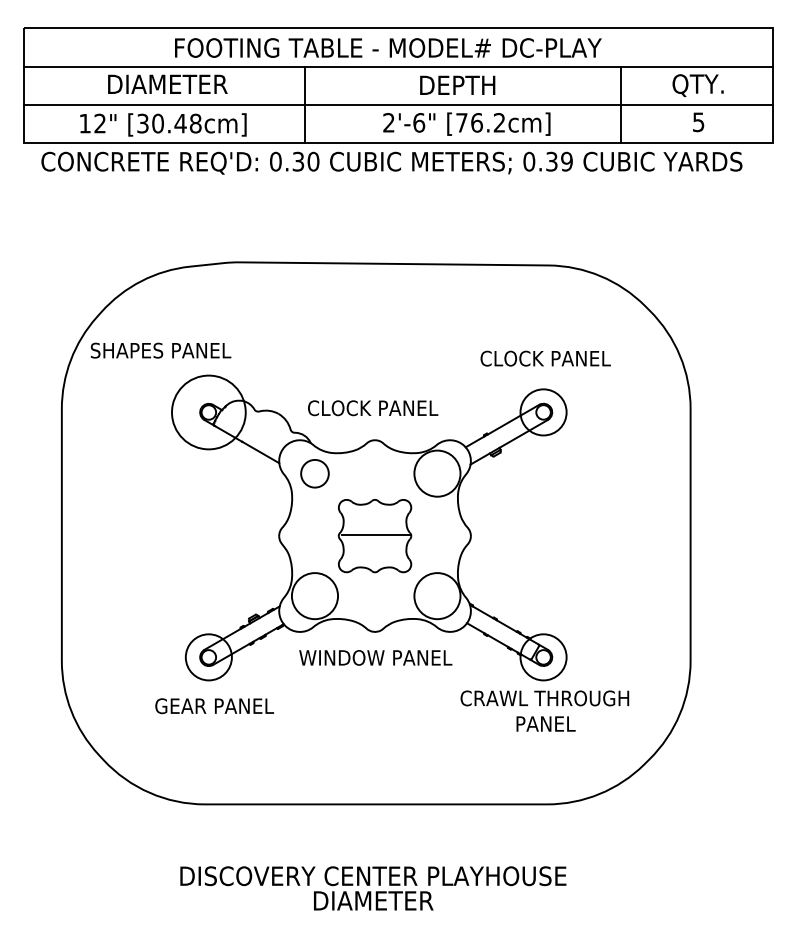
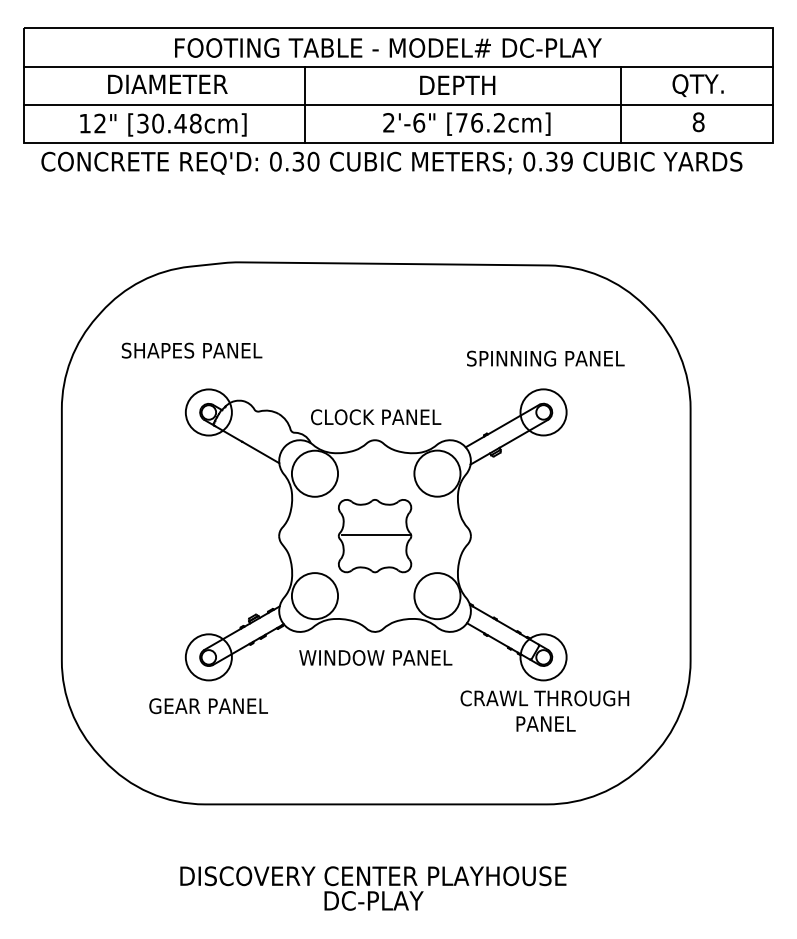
text at (698, 122): 5 -> 8
text at (160, 350) position: (160, 350) -> (191, 350)
text at (545, 358): CLOCK PANEL -> SPINNING PANEL
text at (373, 408) position: (373, 408) -> (376, 417)
circle at (208, 412) diameter: 74 px -> 46 px
circle at (314, 473) diameter: 28 px -> 46 px
text at (214, 706) position: (214, 706) -> (208, 706)
text at (373, 900): DIAMETER -> DC-PLAY
